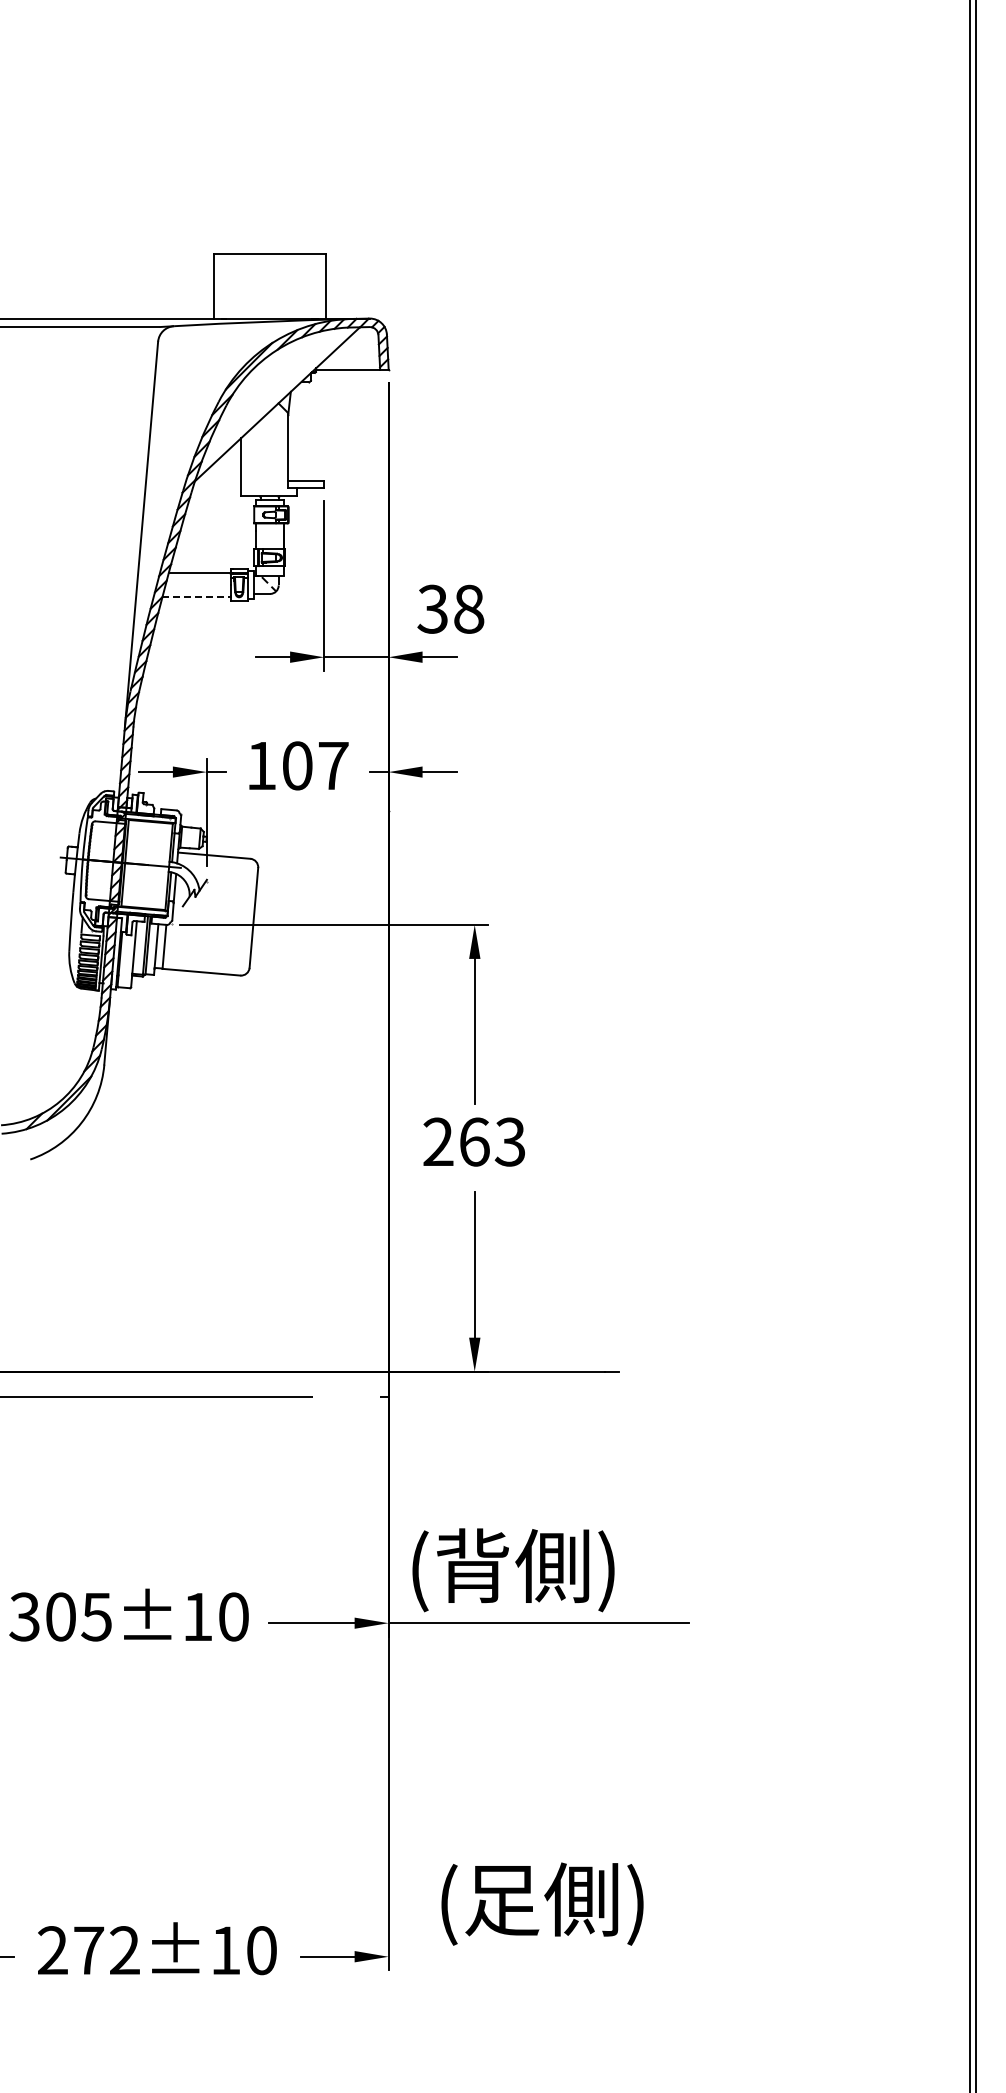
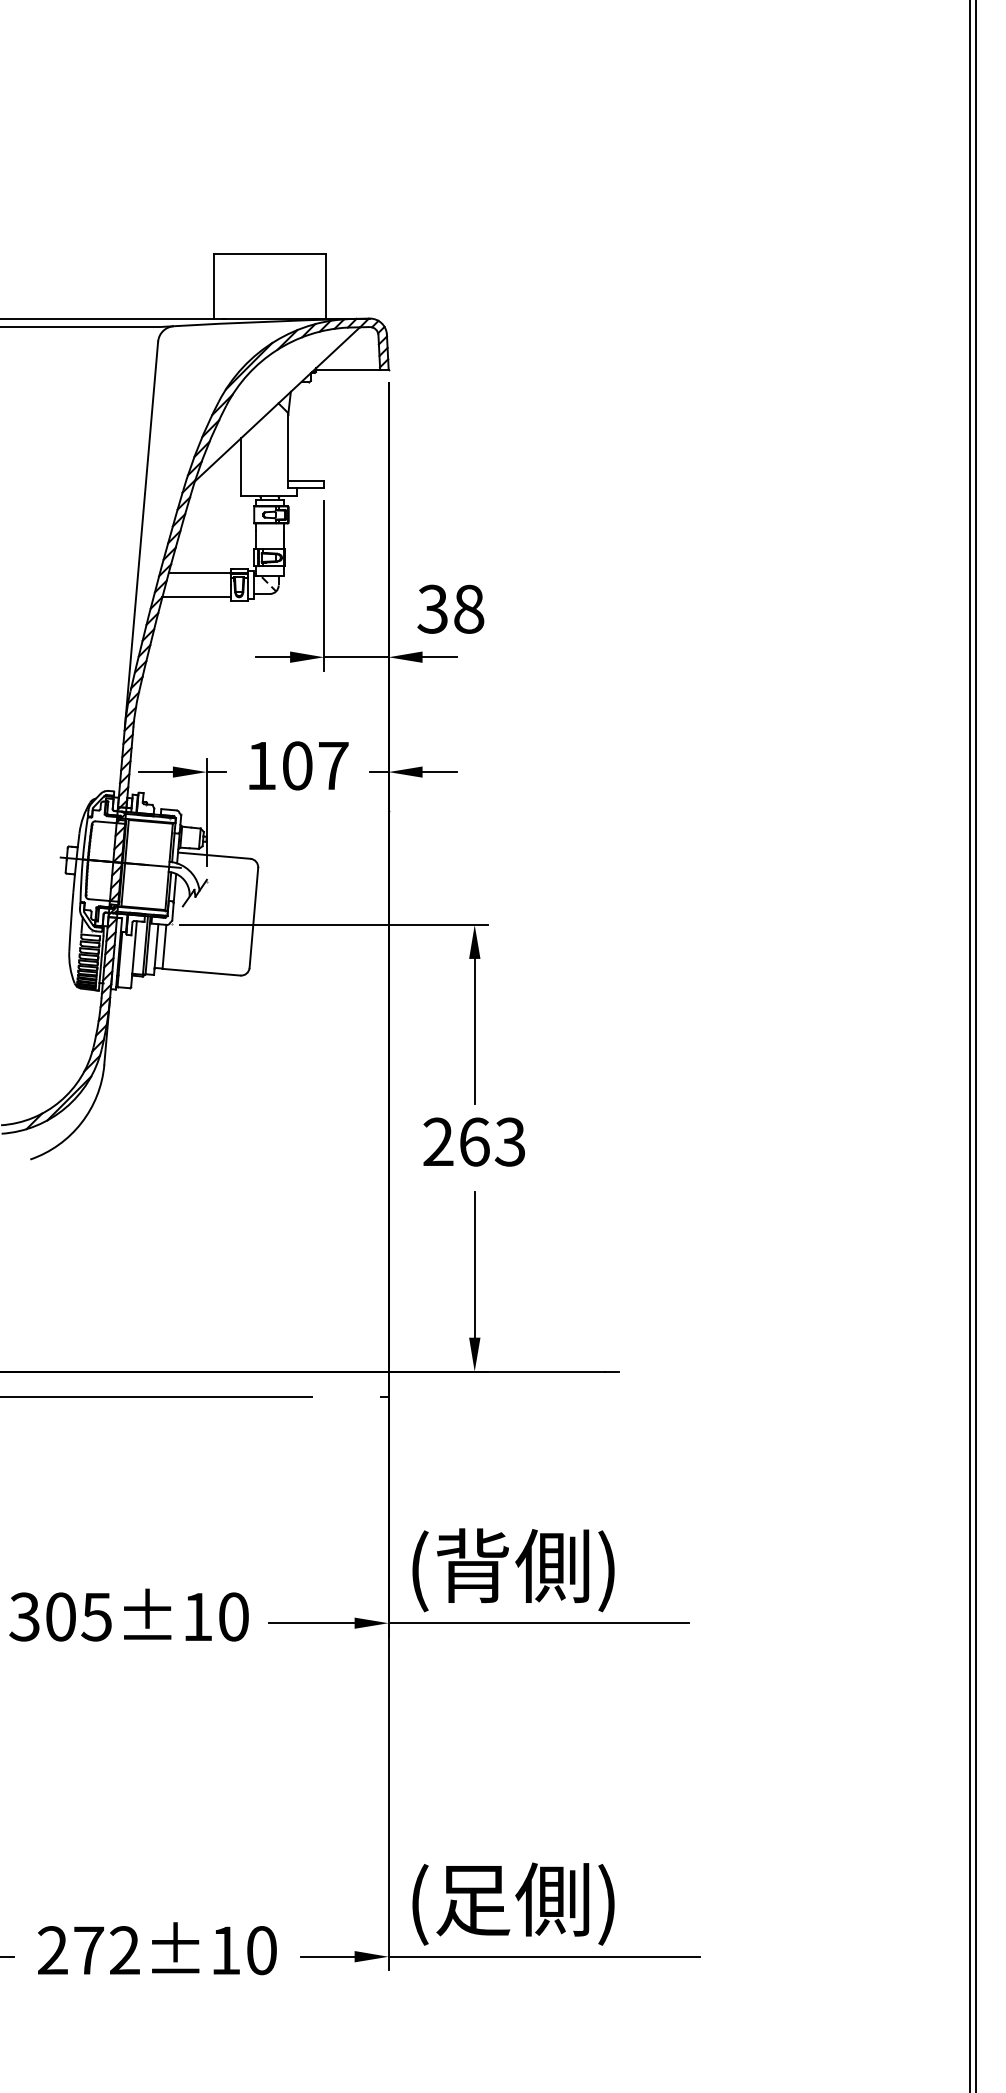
line at (197, 596): dashed -> solid
text at (542, 1903) position: (542, 1903) -> (513, 1903)
line at (543, 1956): none -> present
